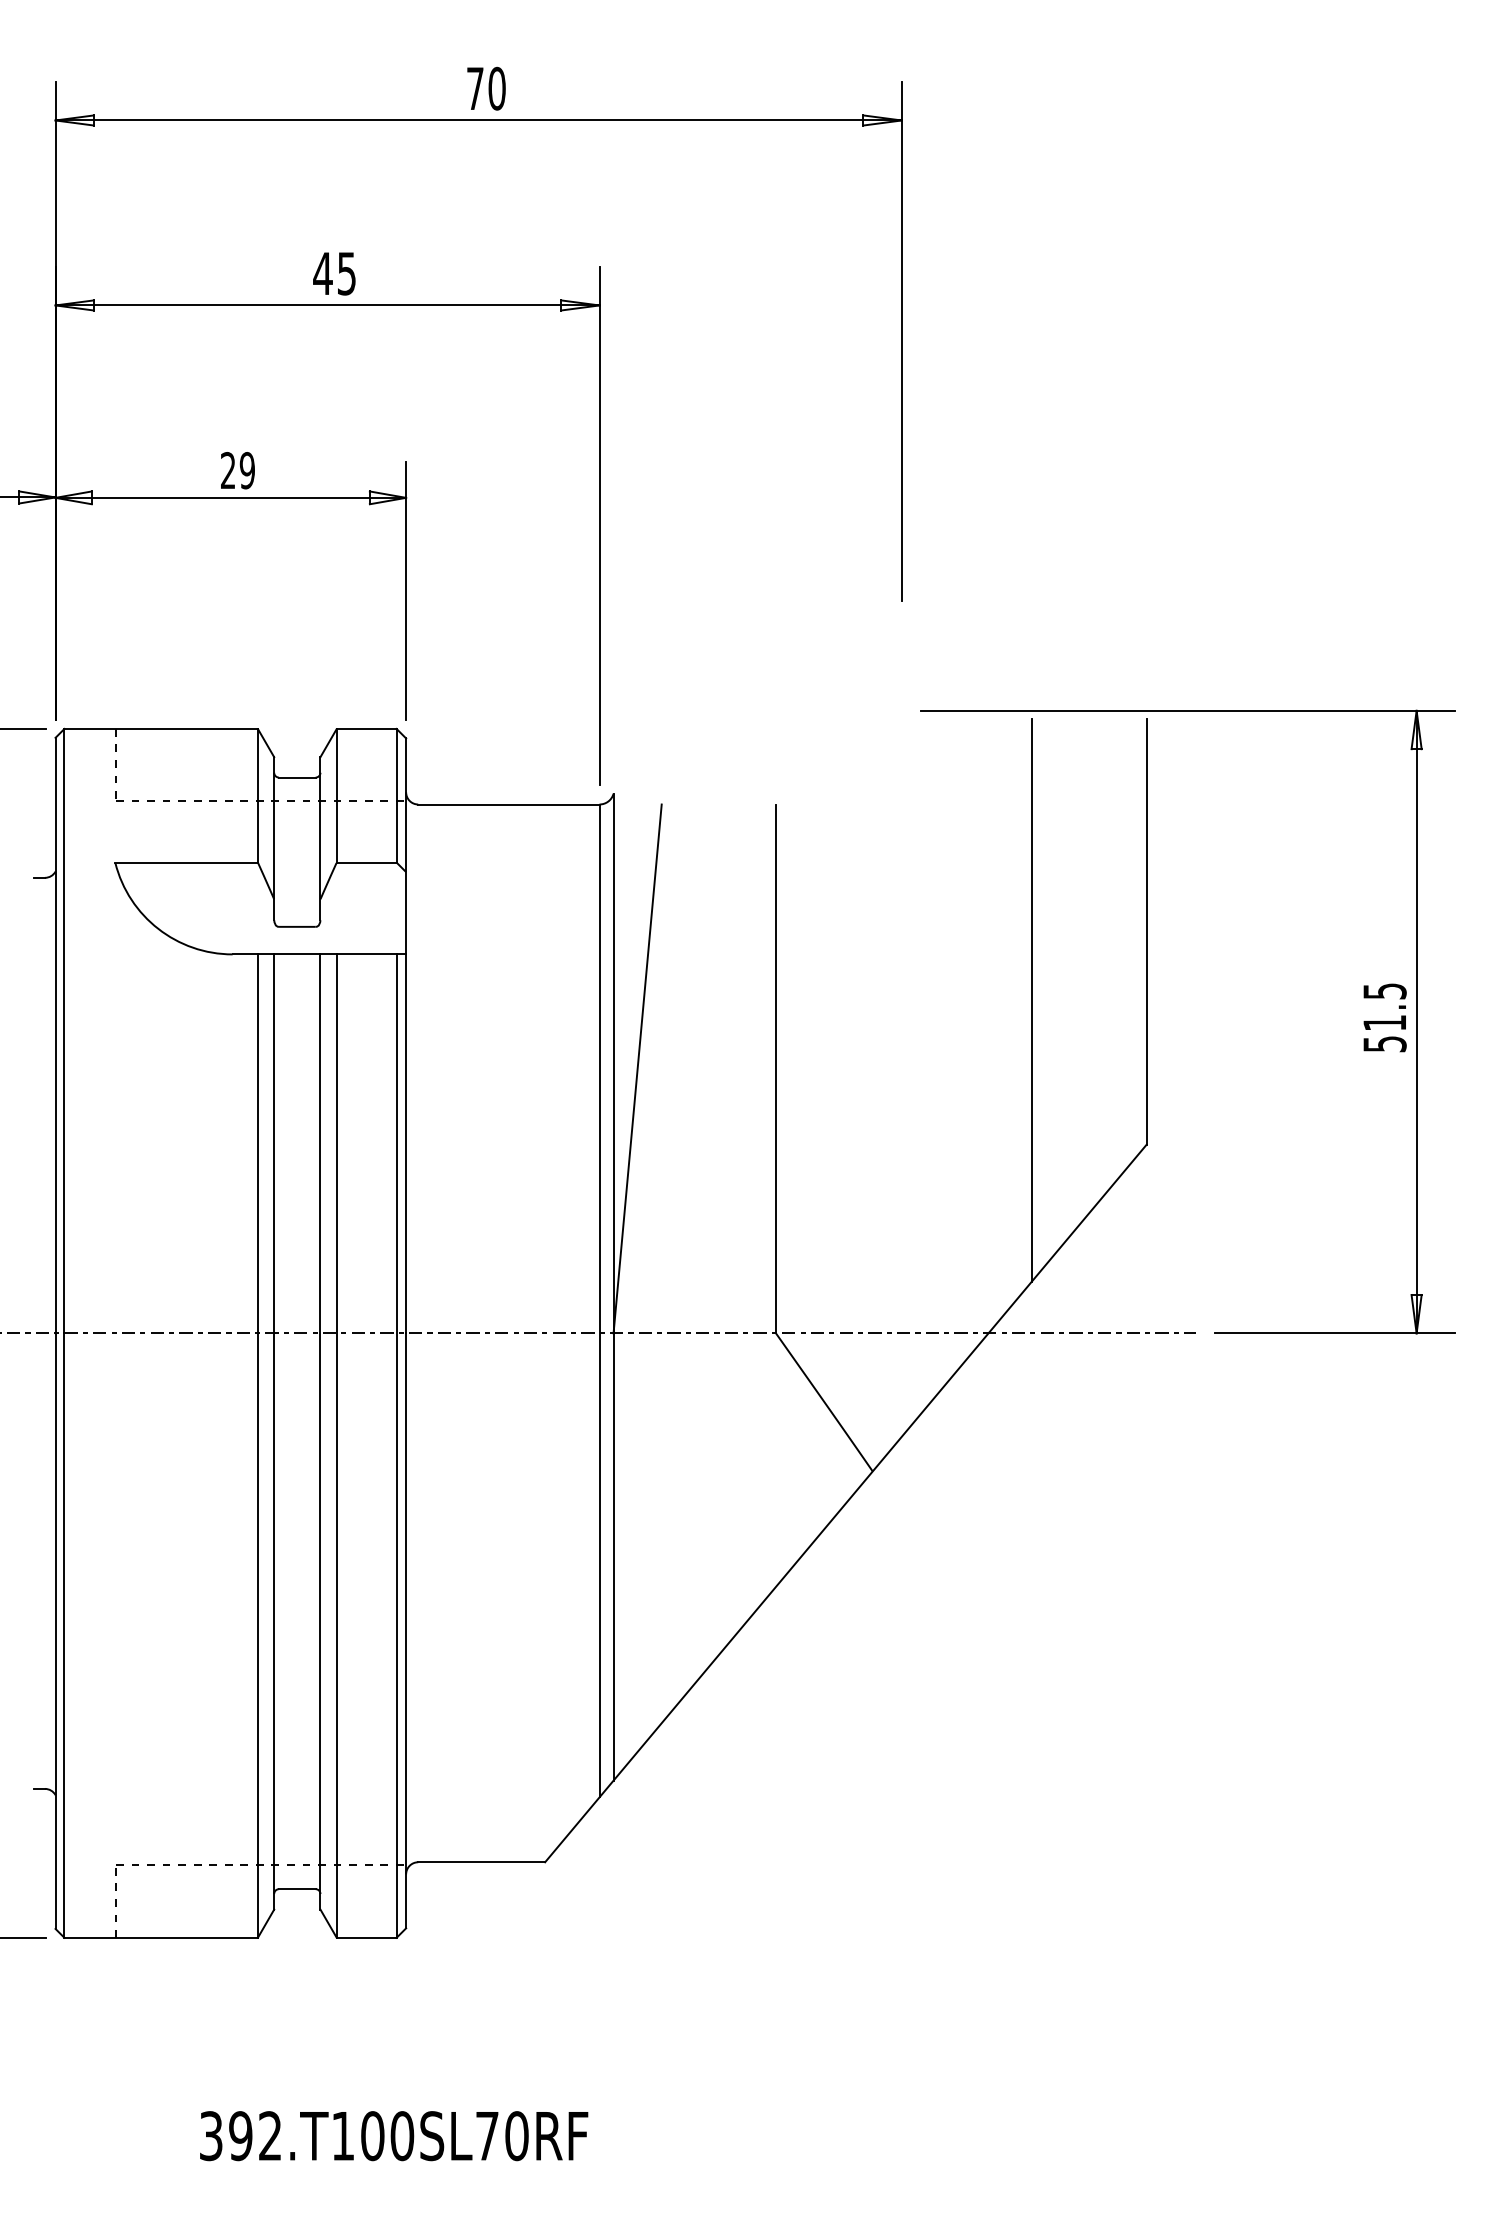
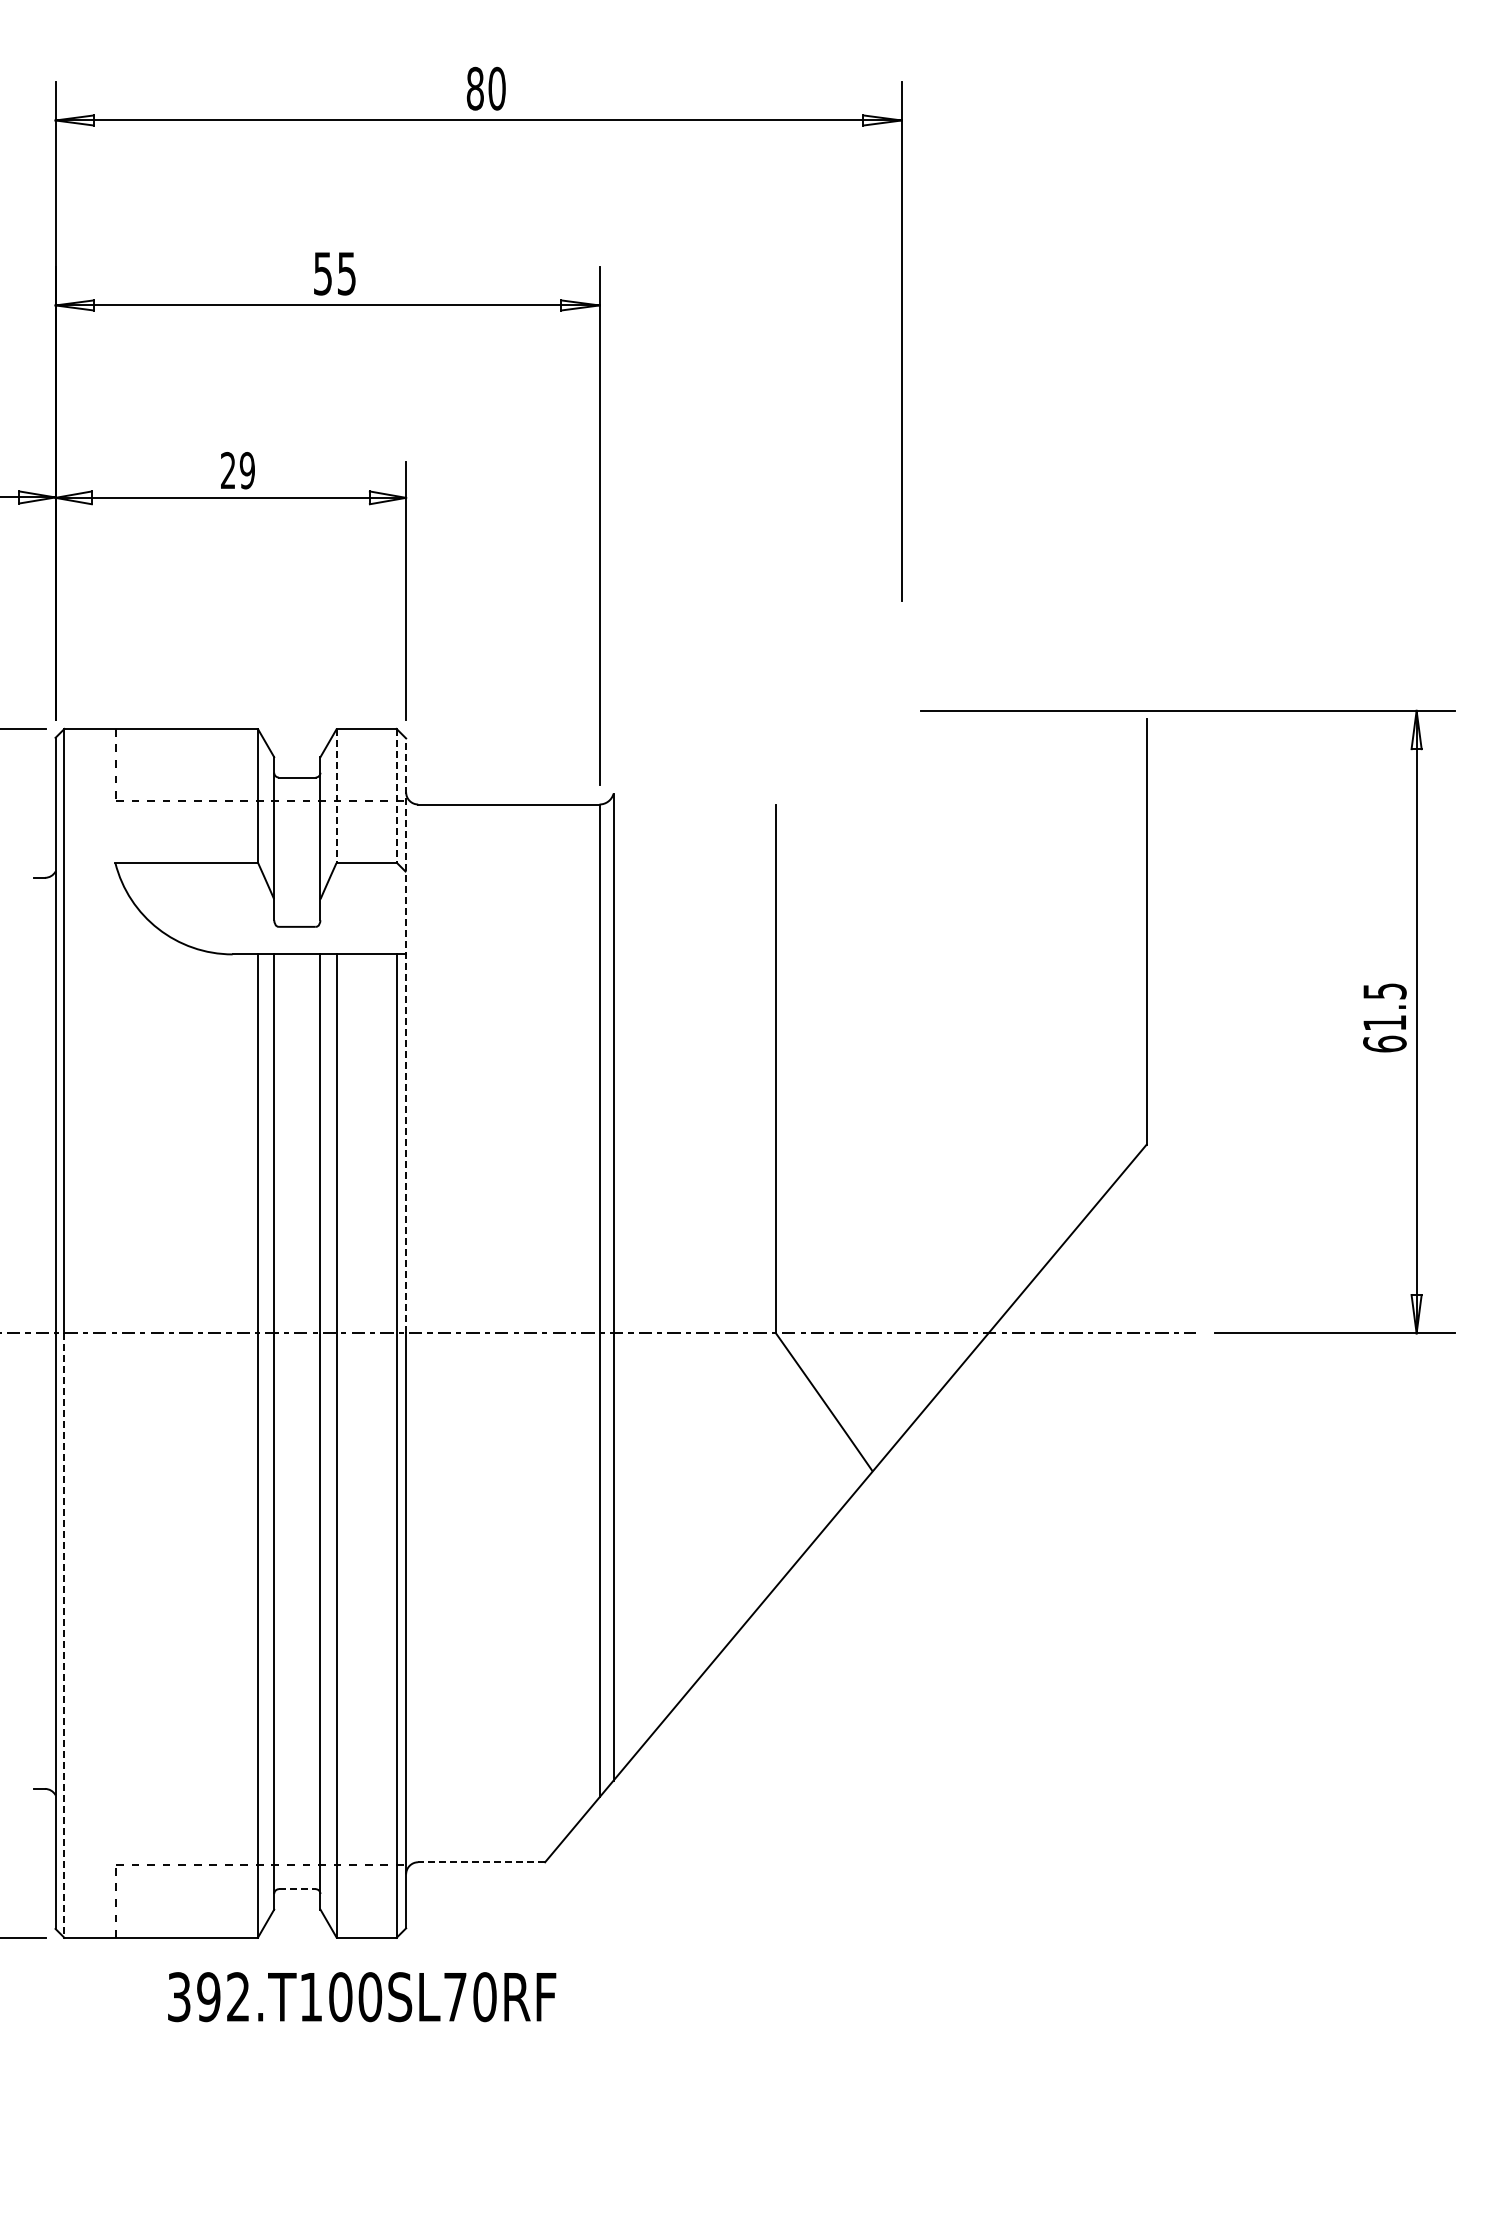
text at (474, 88): 70 -> 80
text at (322, 273): 45 -> 55
line at (336, 796): solid -> dashed
line at (397, 796): solid -> dashed
line at (1031, 1000): present -> none
line at (406, 1035): solid -> dashed
text at (1384, 1043): 51.5 -> 61.5
line at (637, 1068): present -> none
line at (64, 1635): solid -> dashed
line at (481, 1862): solid -> dashed
line at (297, 1889): solid -> dashed
text at (394, 2136) position: (394, 2136) -> (362, 1997)
